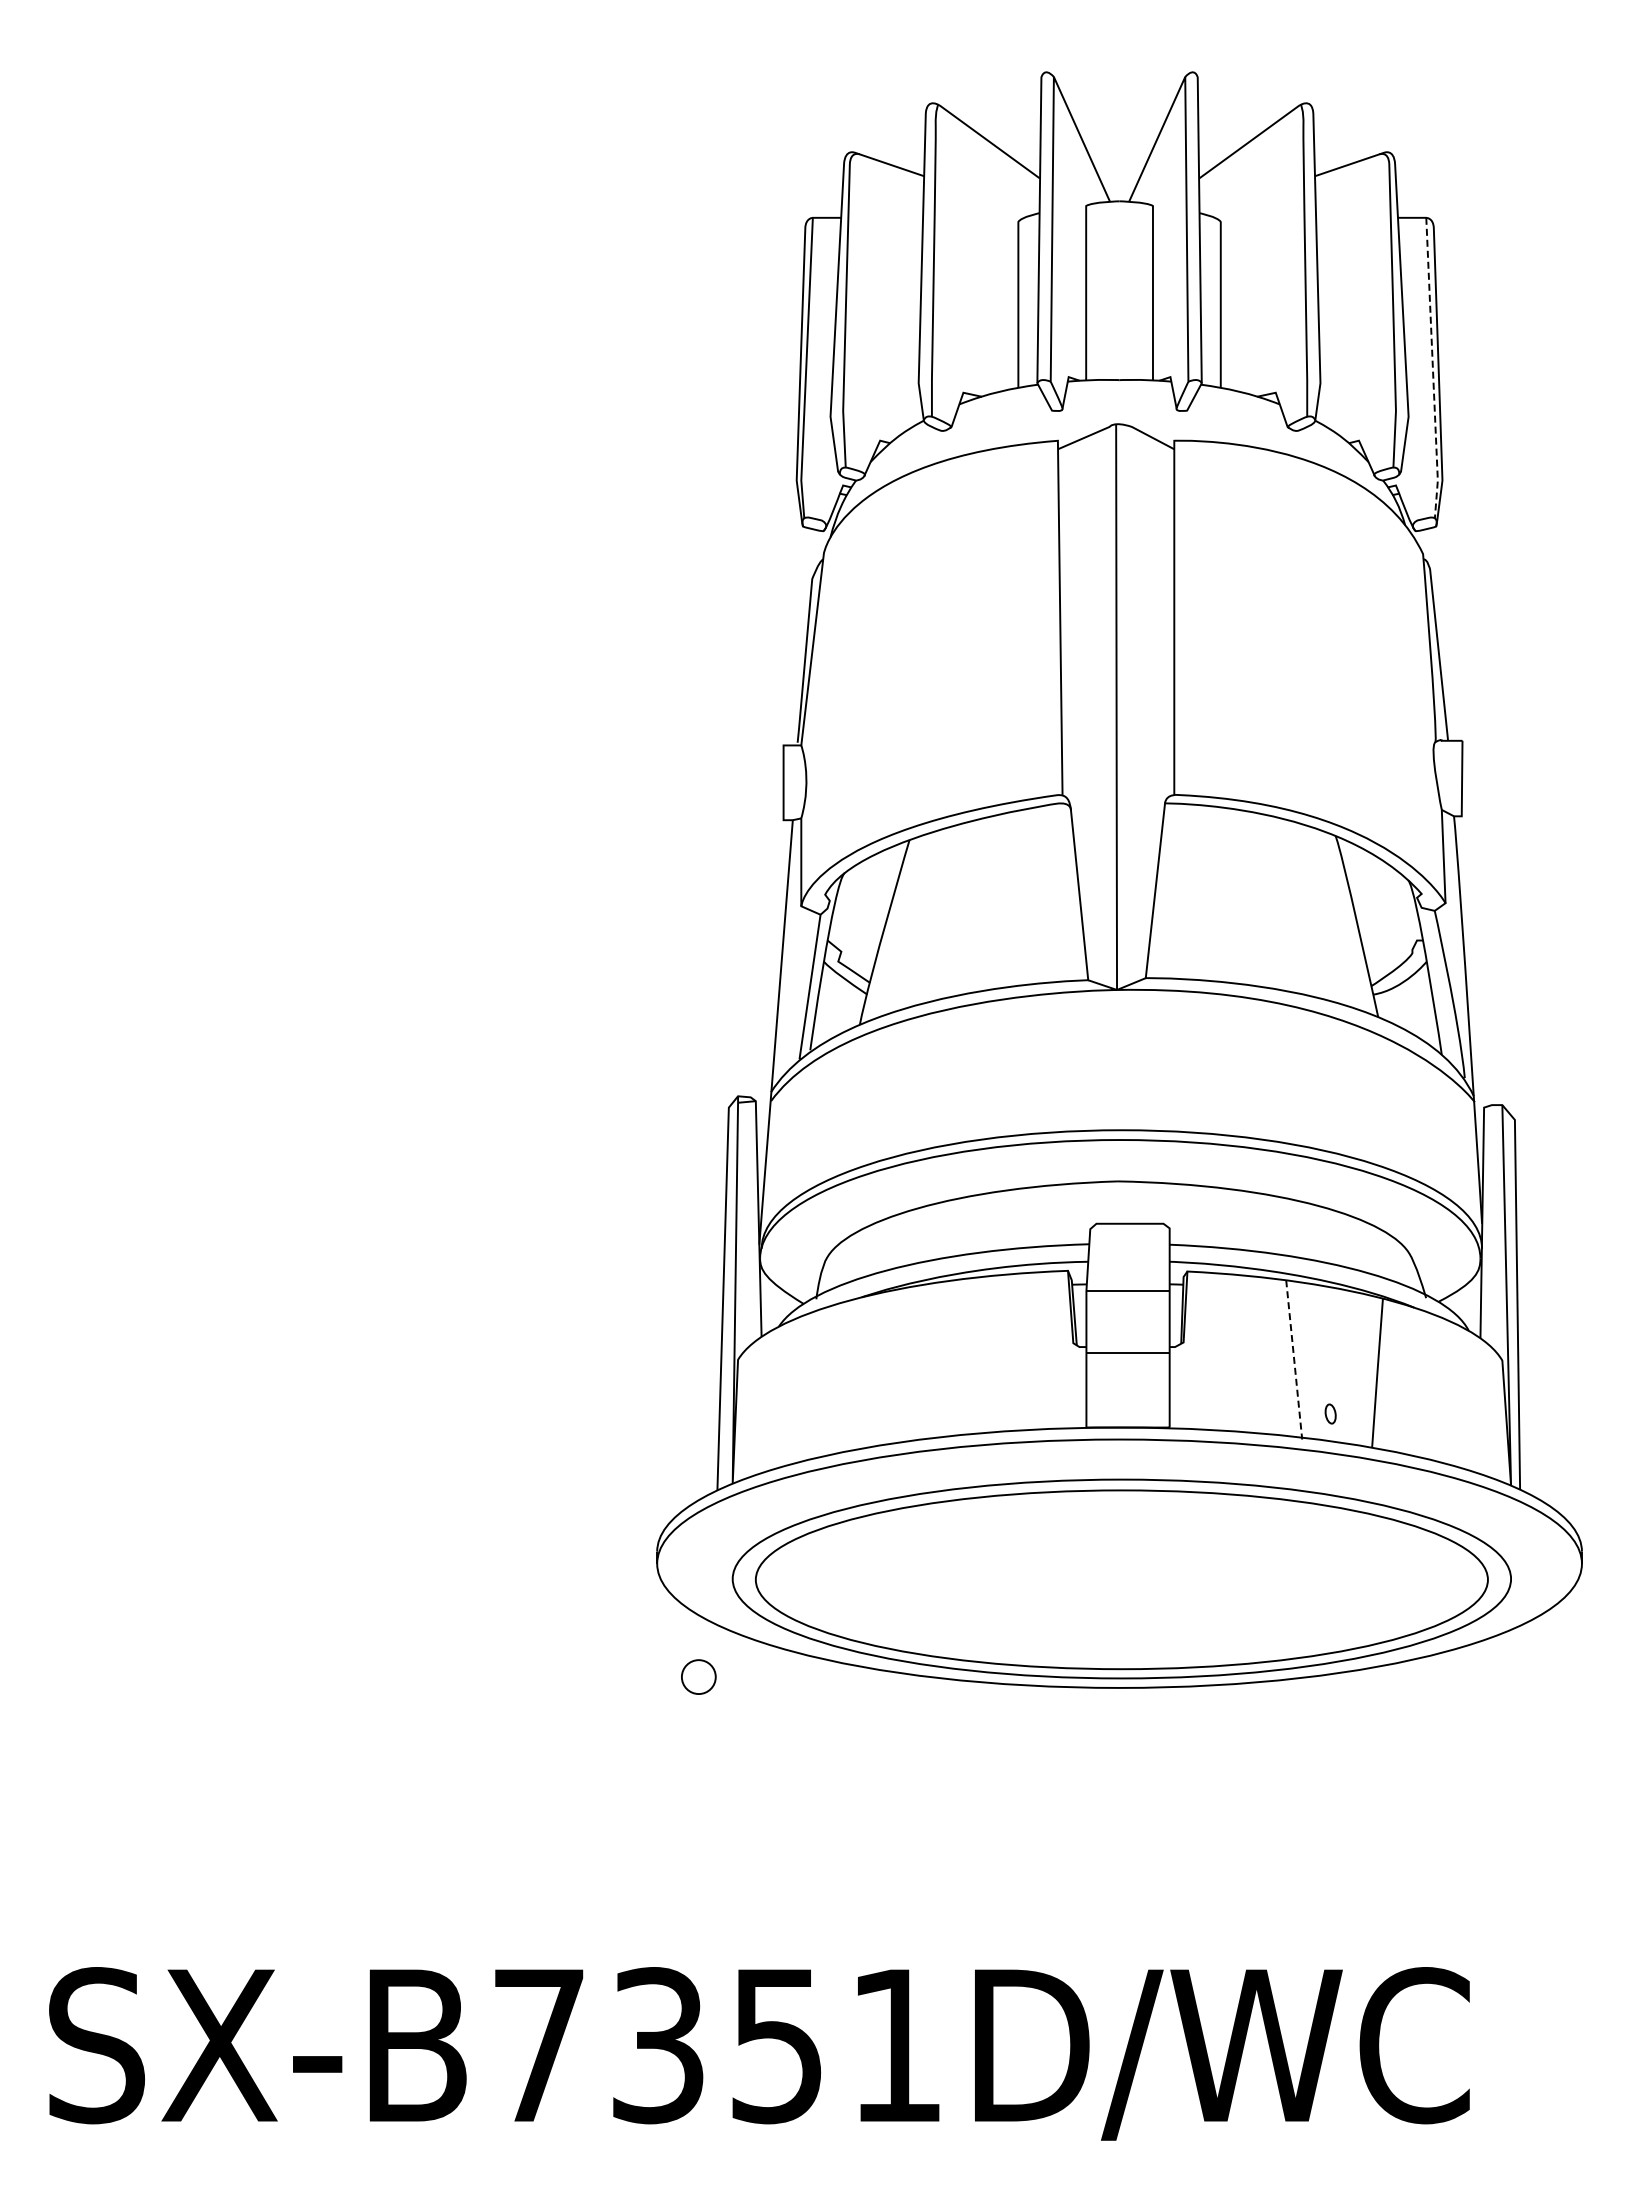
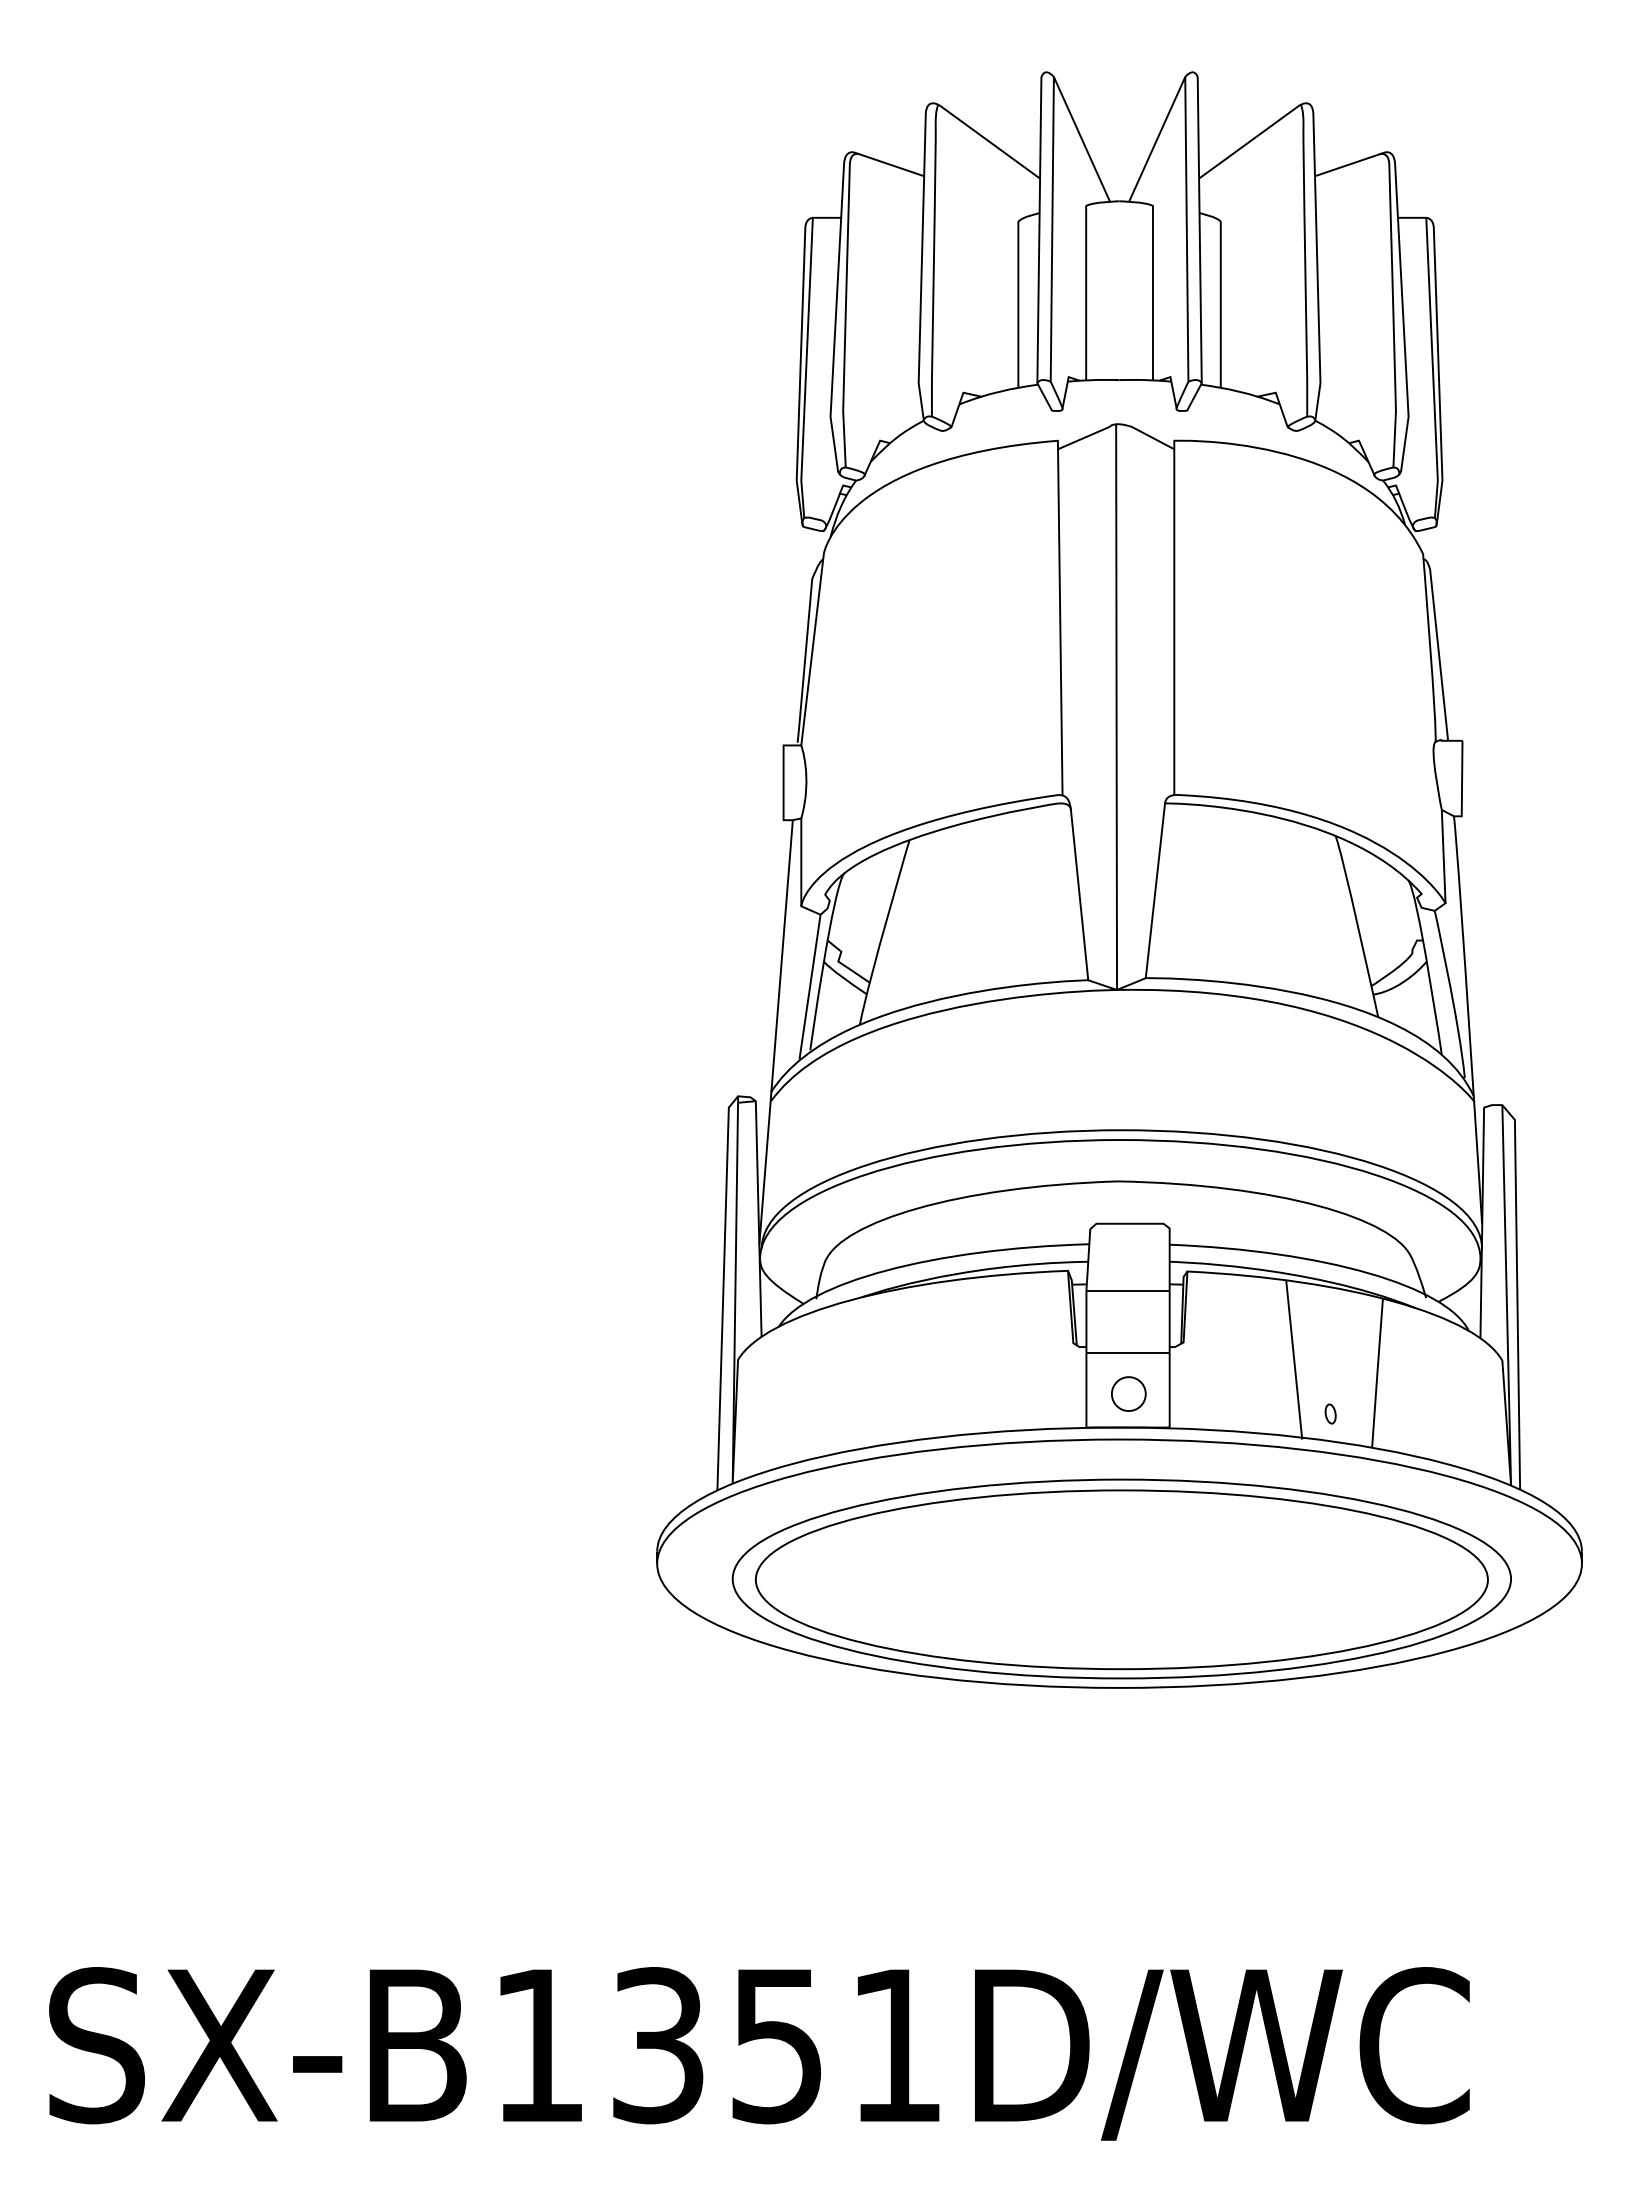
line at (1432, 368): dashed -> solid
line at (1294, 1360): dashed -> solid
part at (698, 1676) position: (698, 1676) -> (1128, 1393)
text at (539, 2045): SX-B7351D/WC -> SX-B1351D/WC
